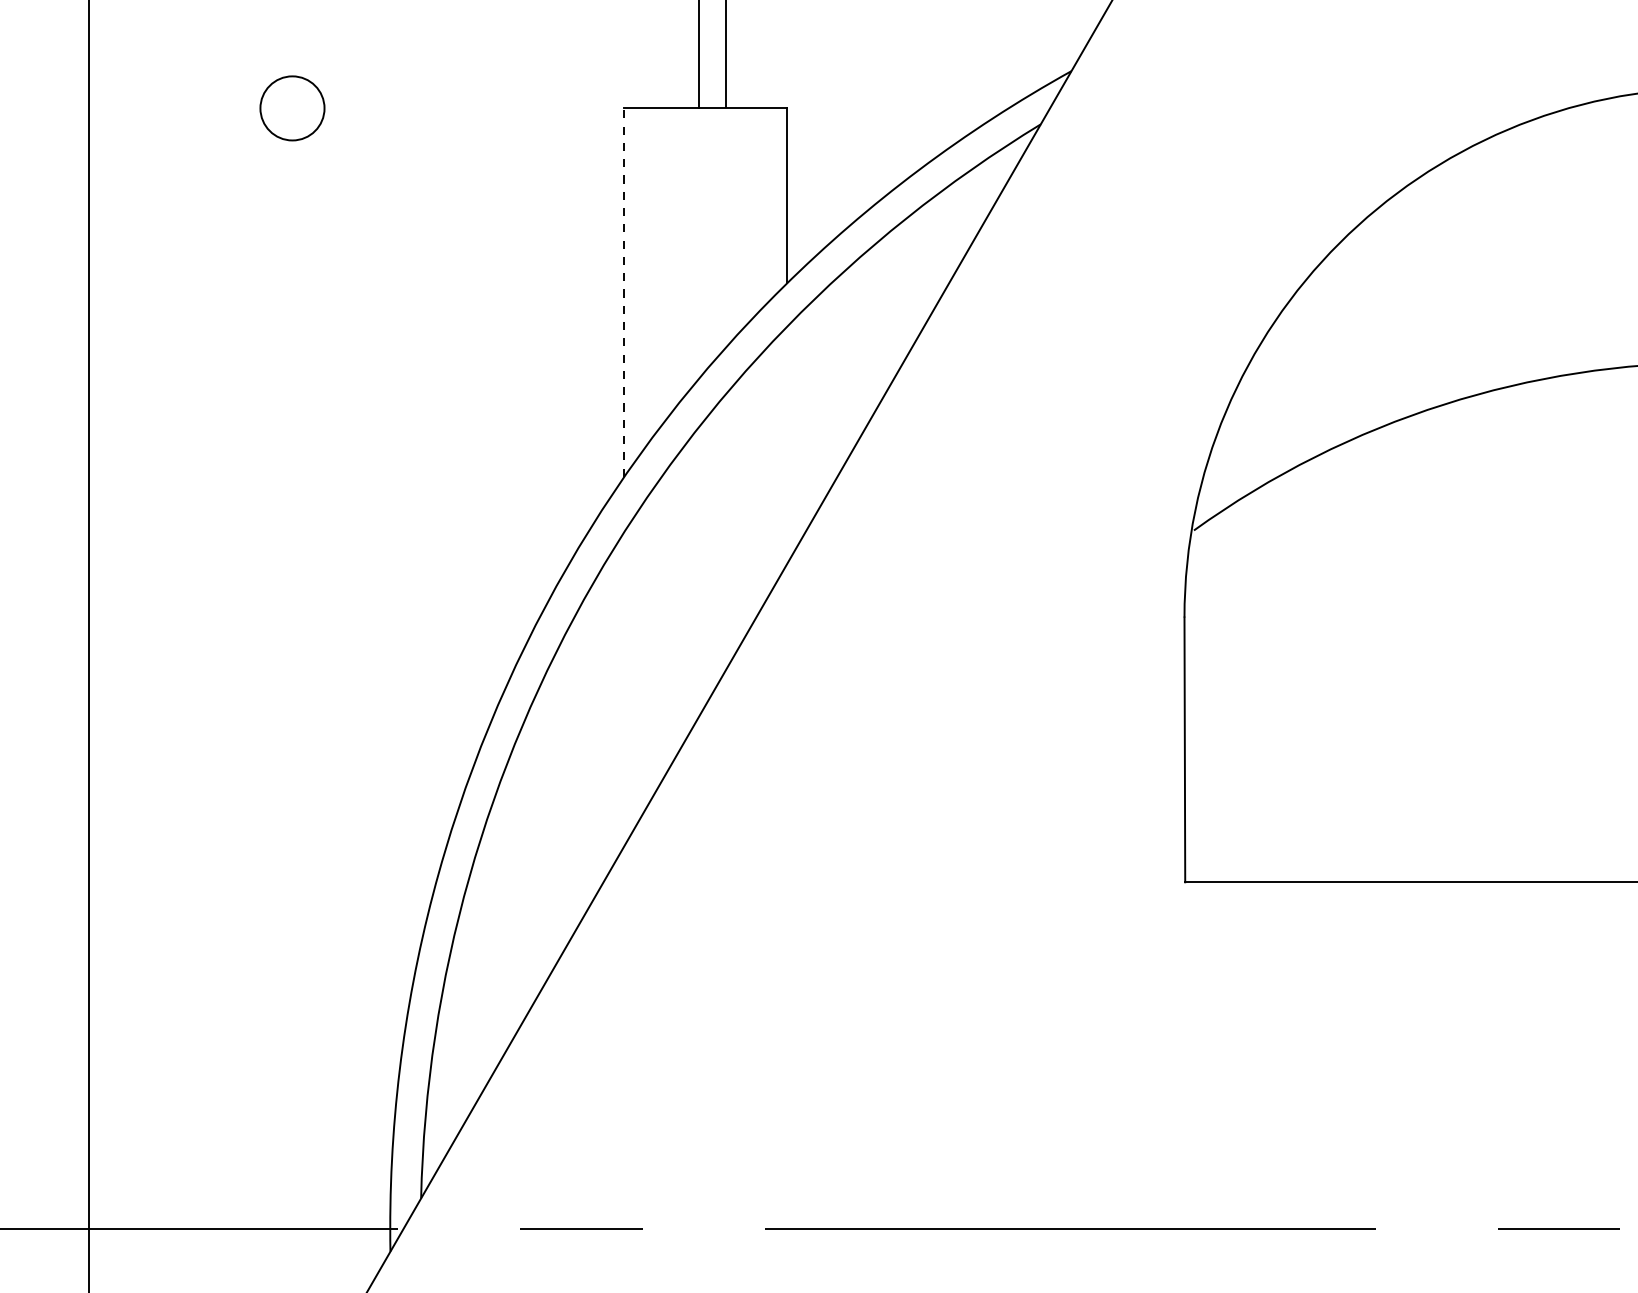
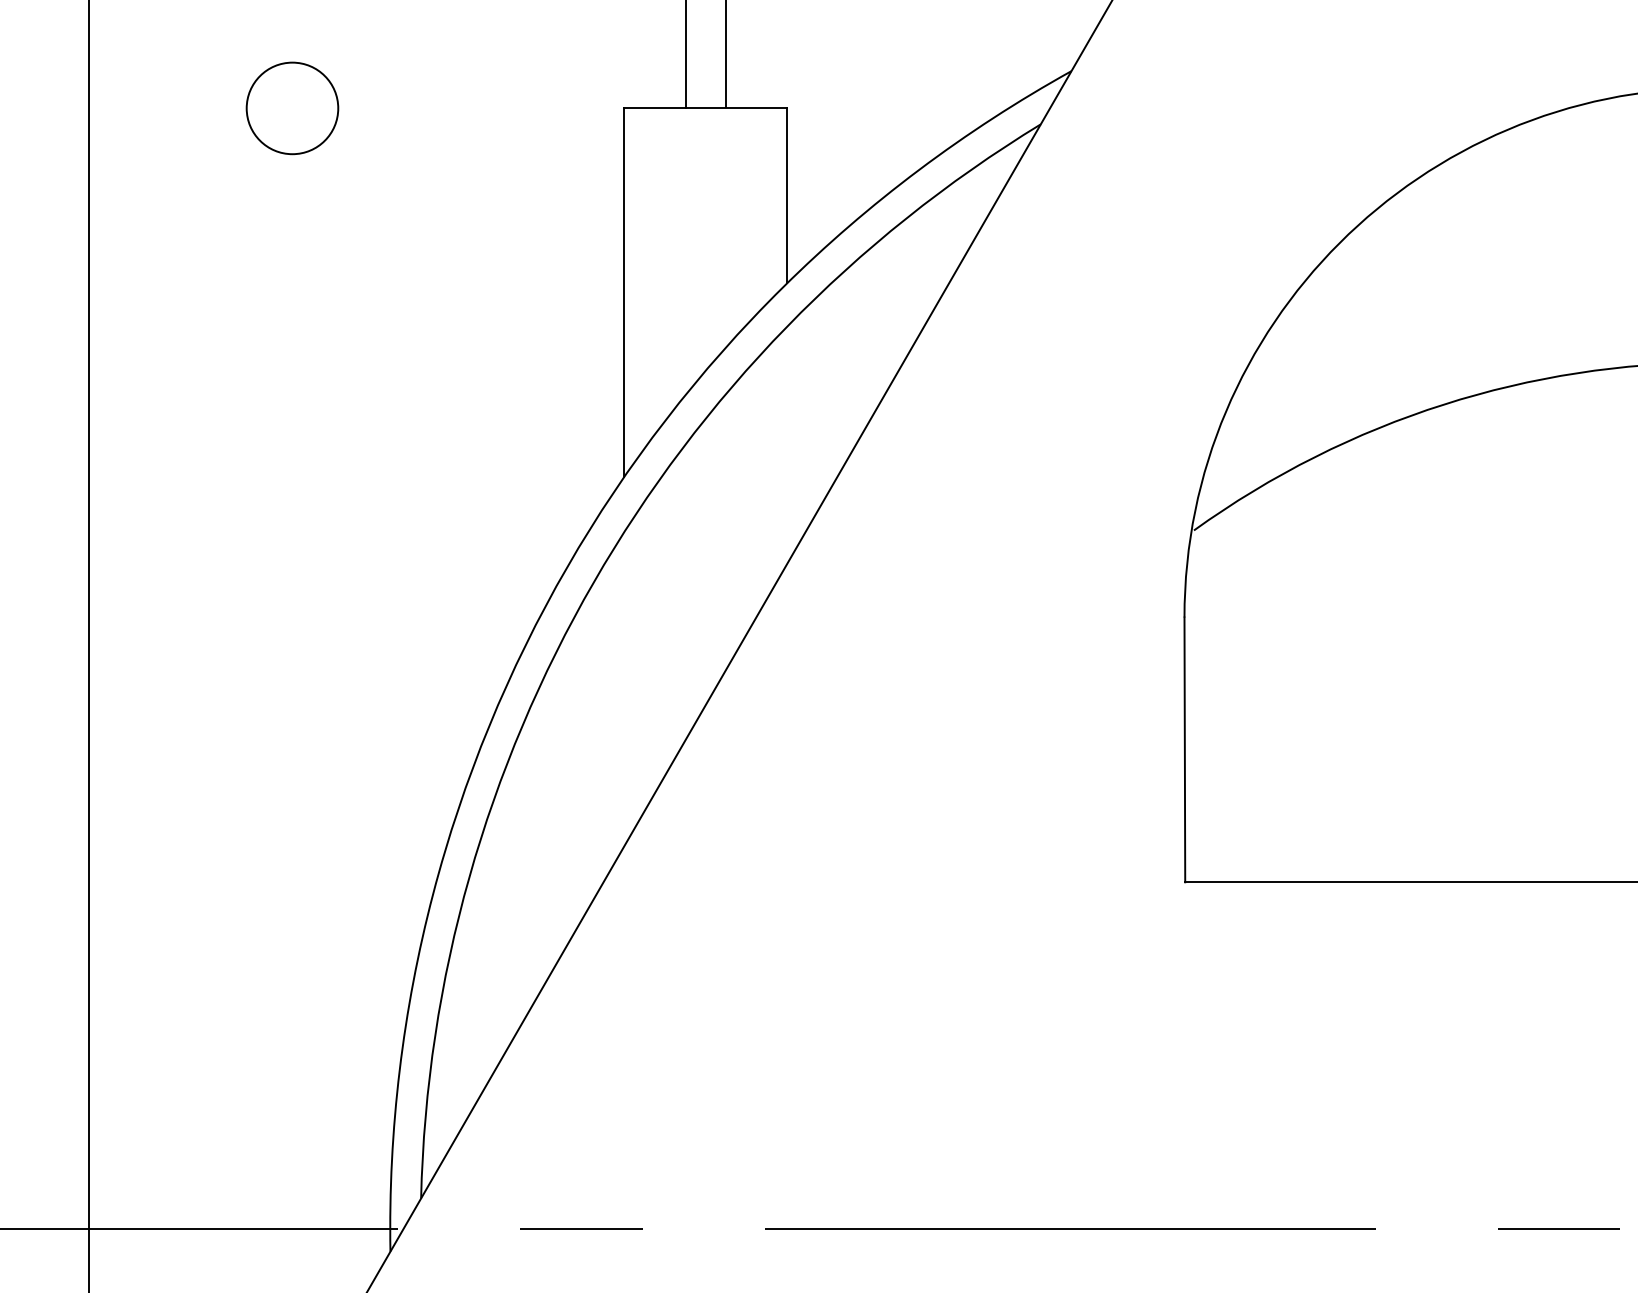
line at (698, 55) position: (698, 55) -> (685, 55)
circle at (292, 108) diameter: 64 px -> 92 px
line at (624, 292): dashed -> solid
